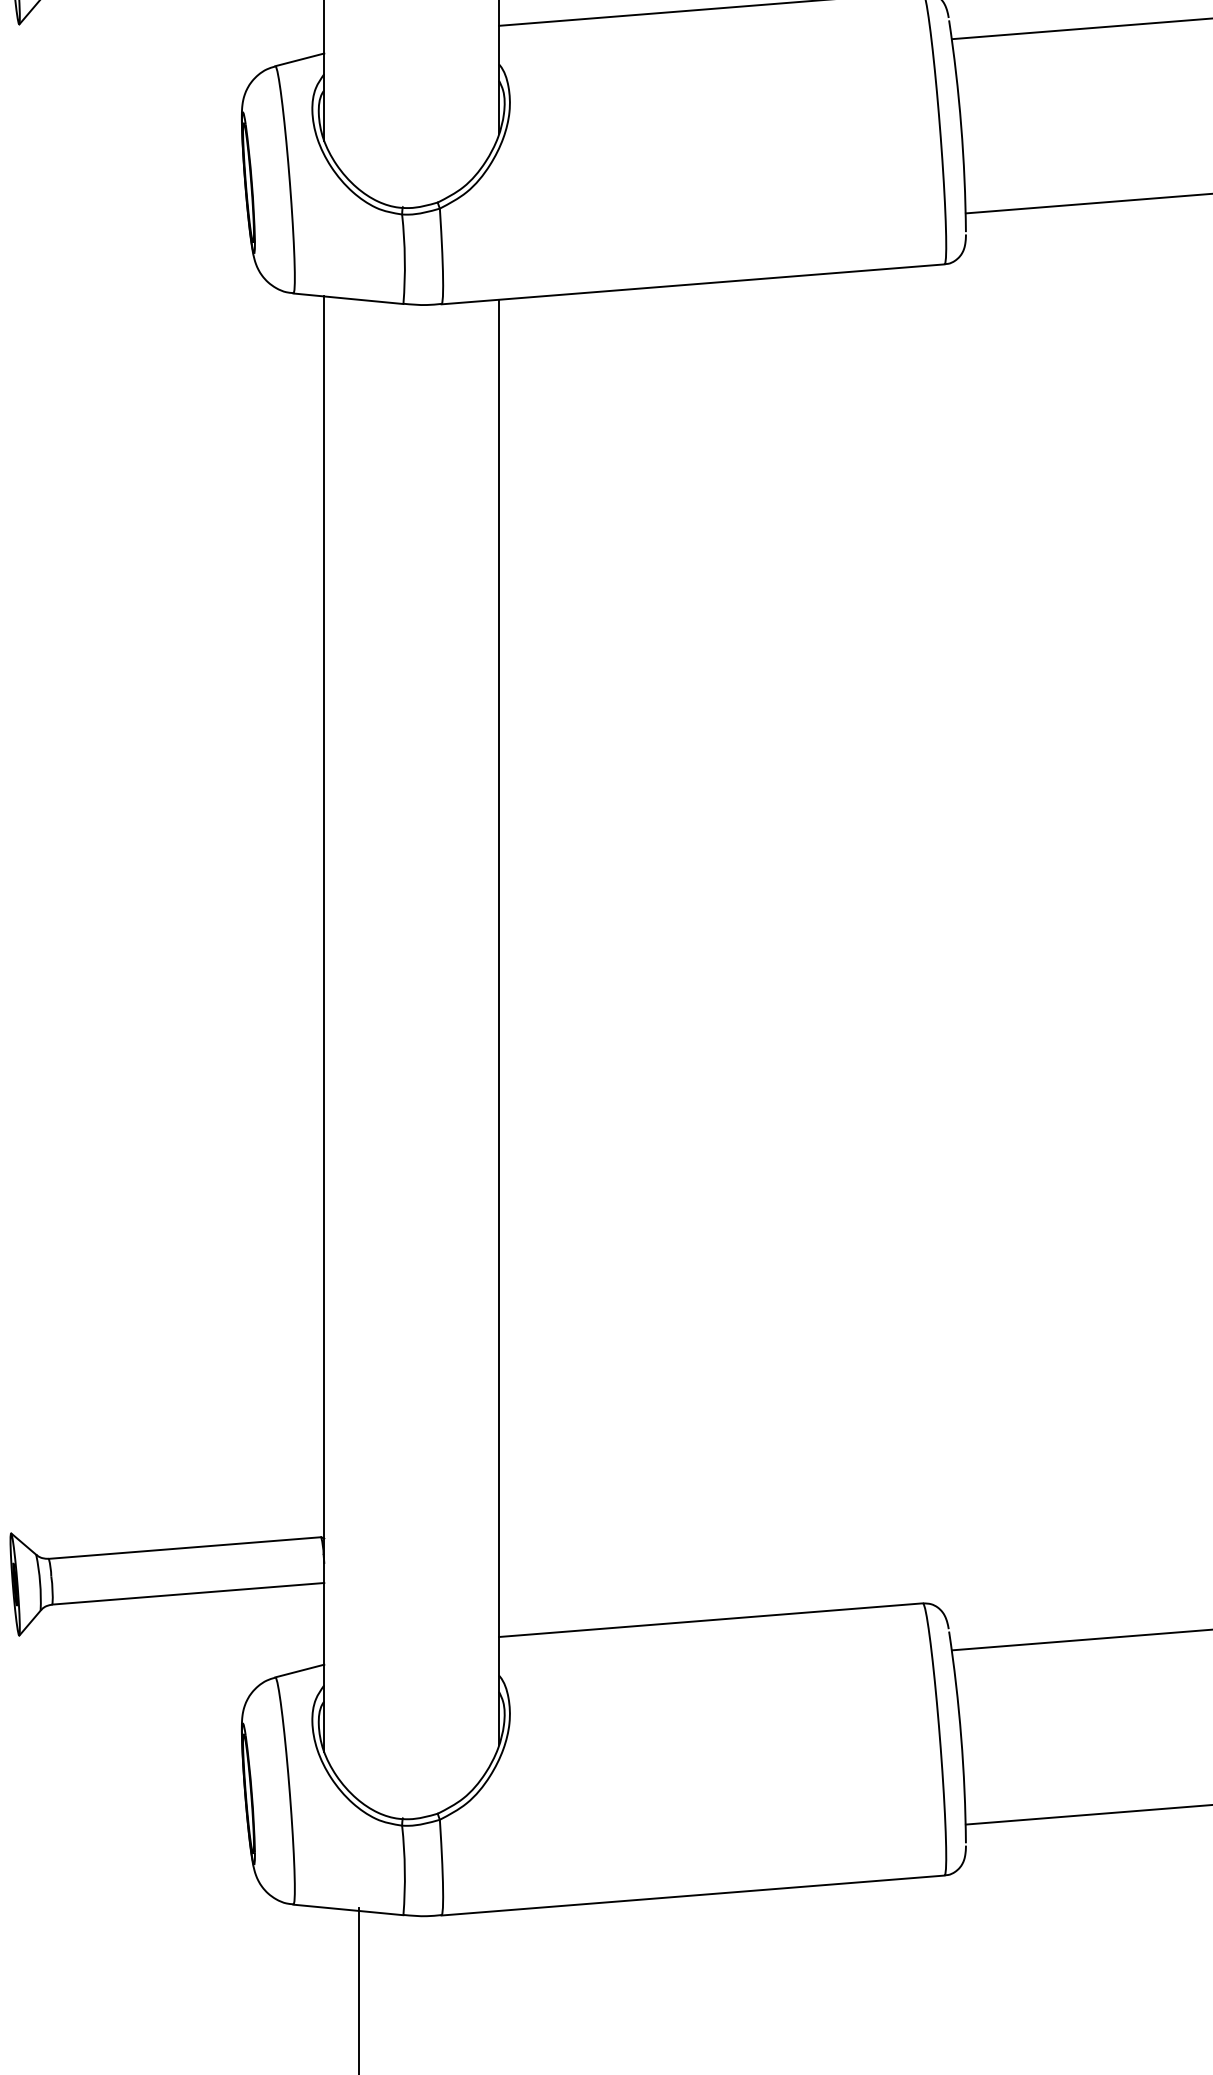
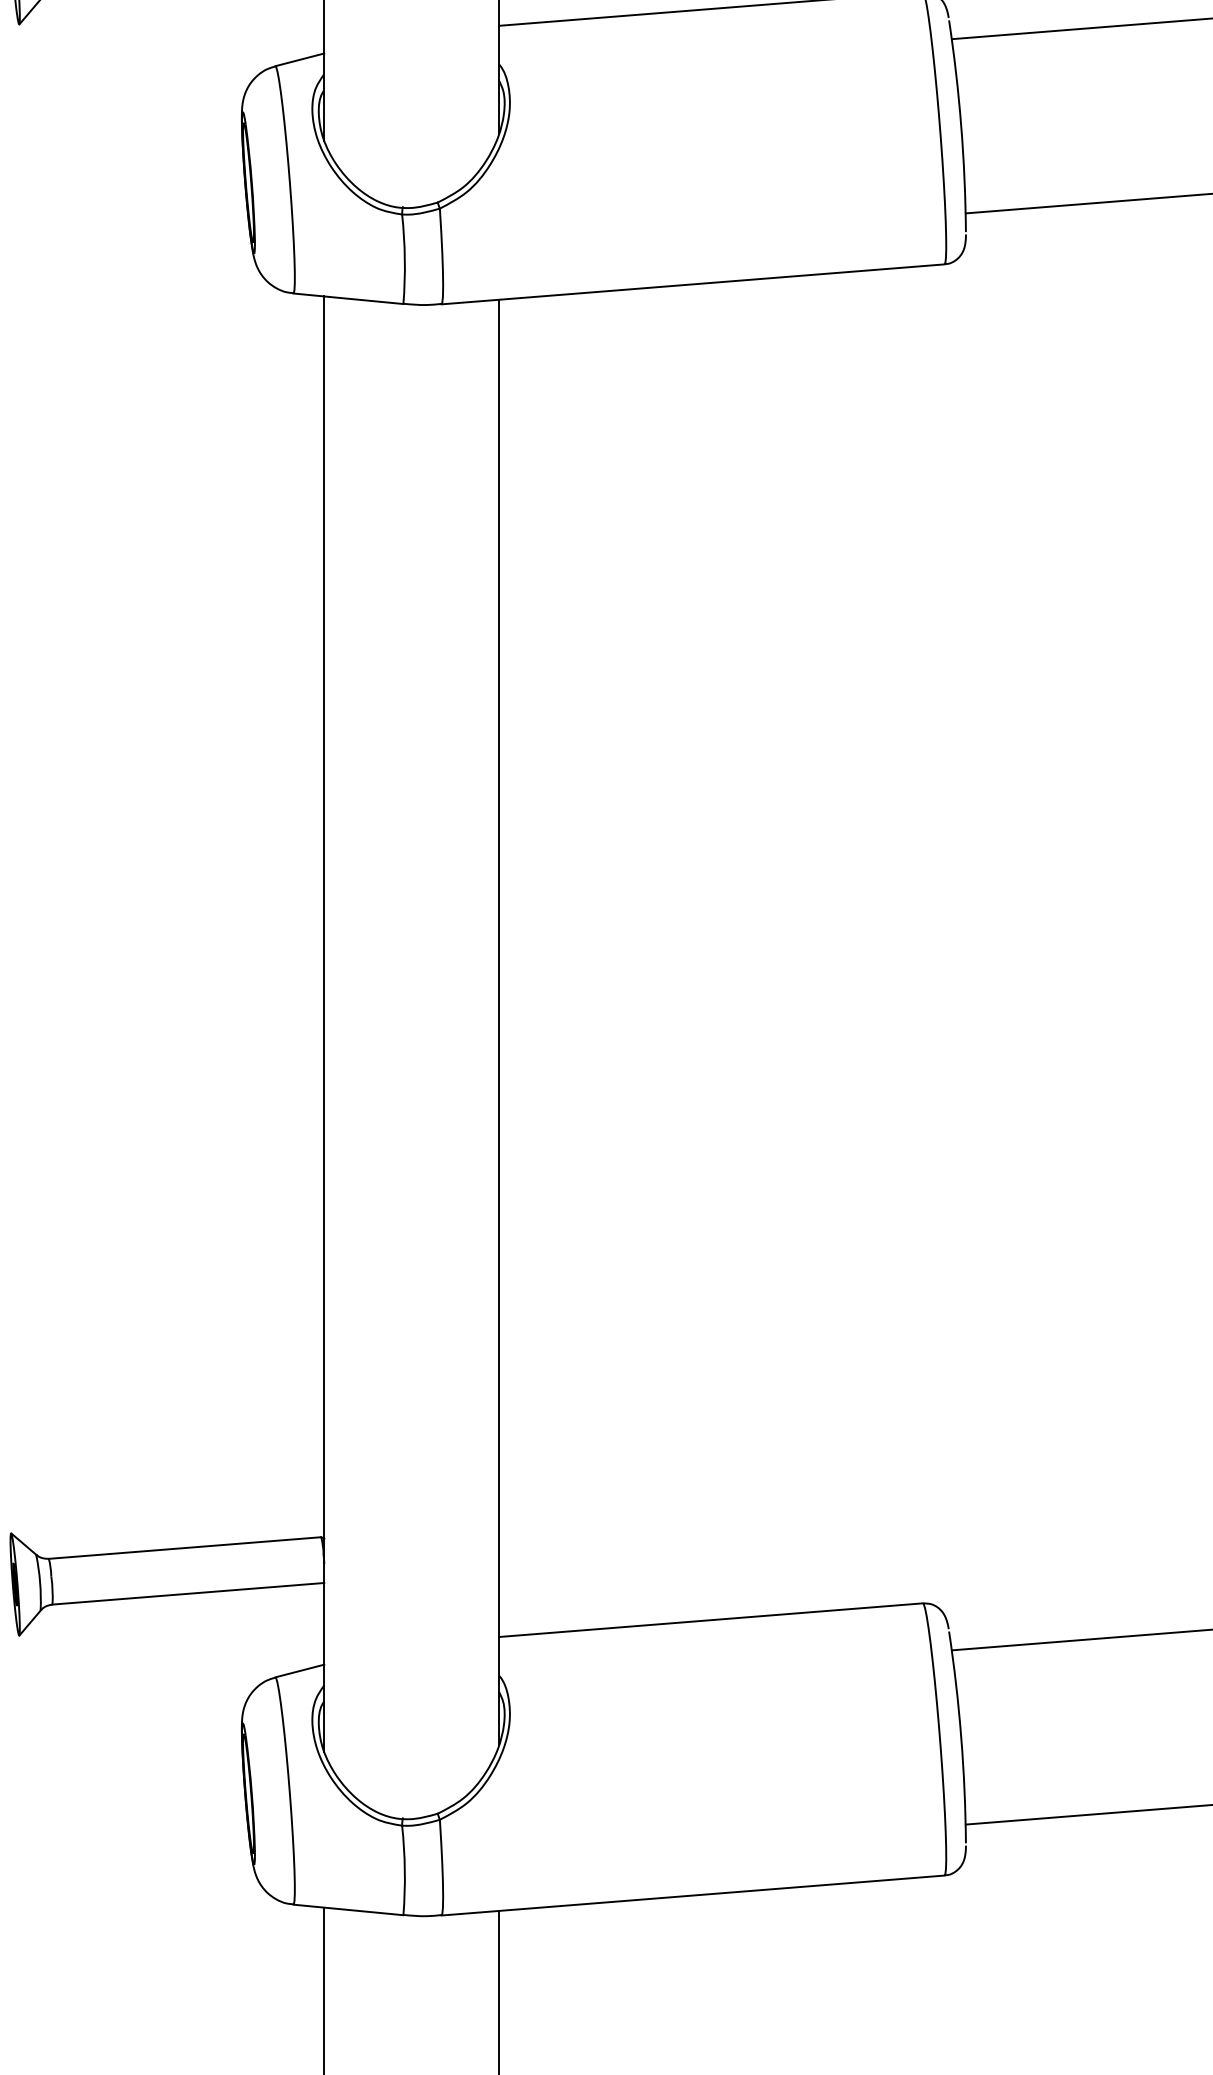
line at (359, 1989) position: (359, 1989) -> (324, 1989)
line at (499, 1990): none -> present
